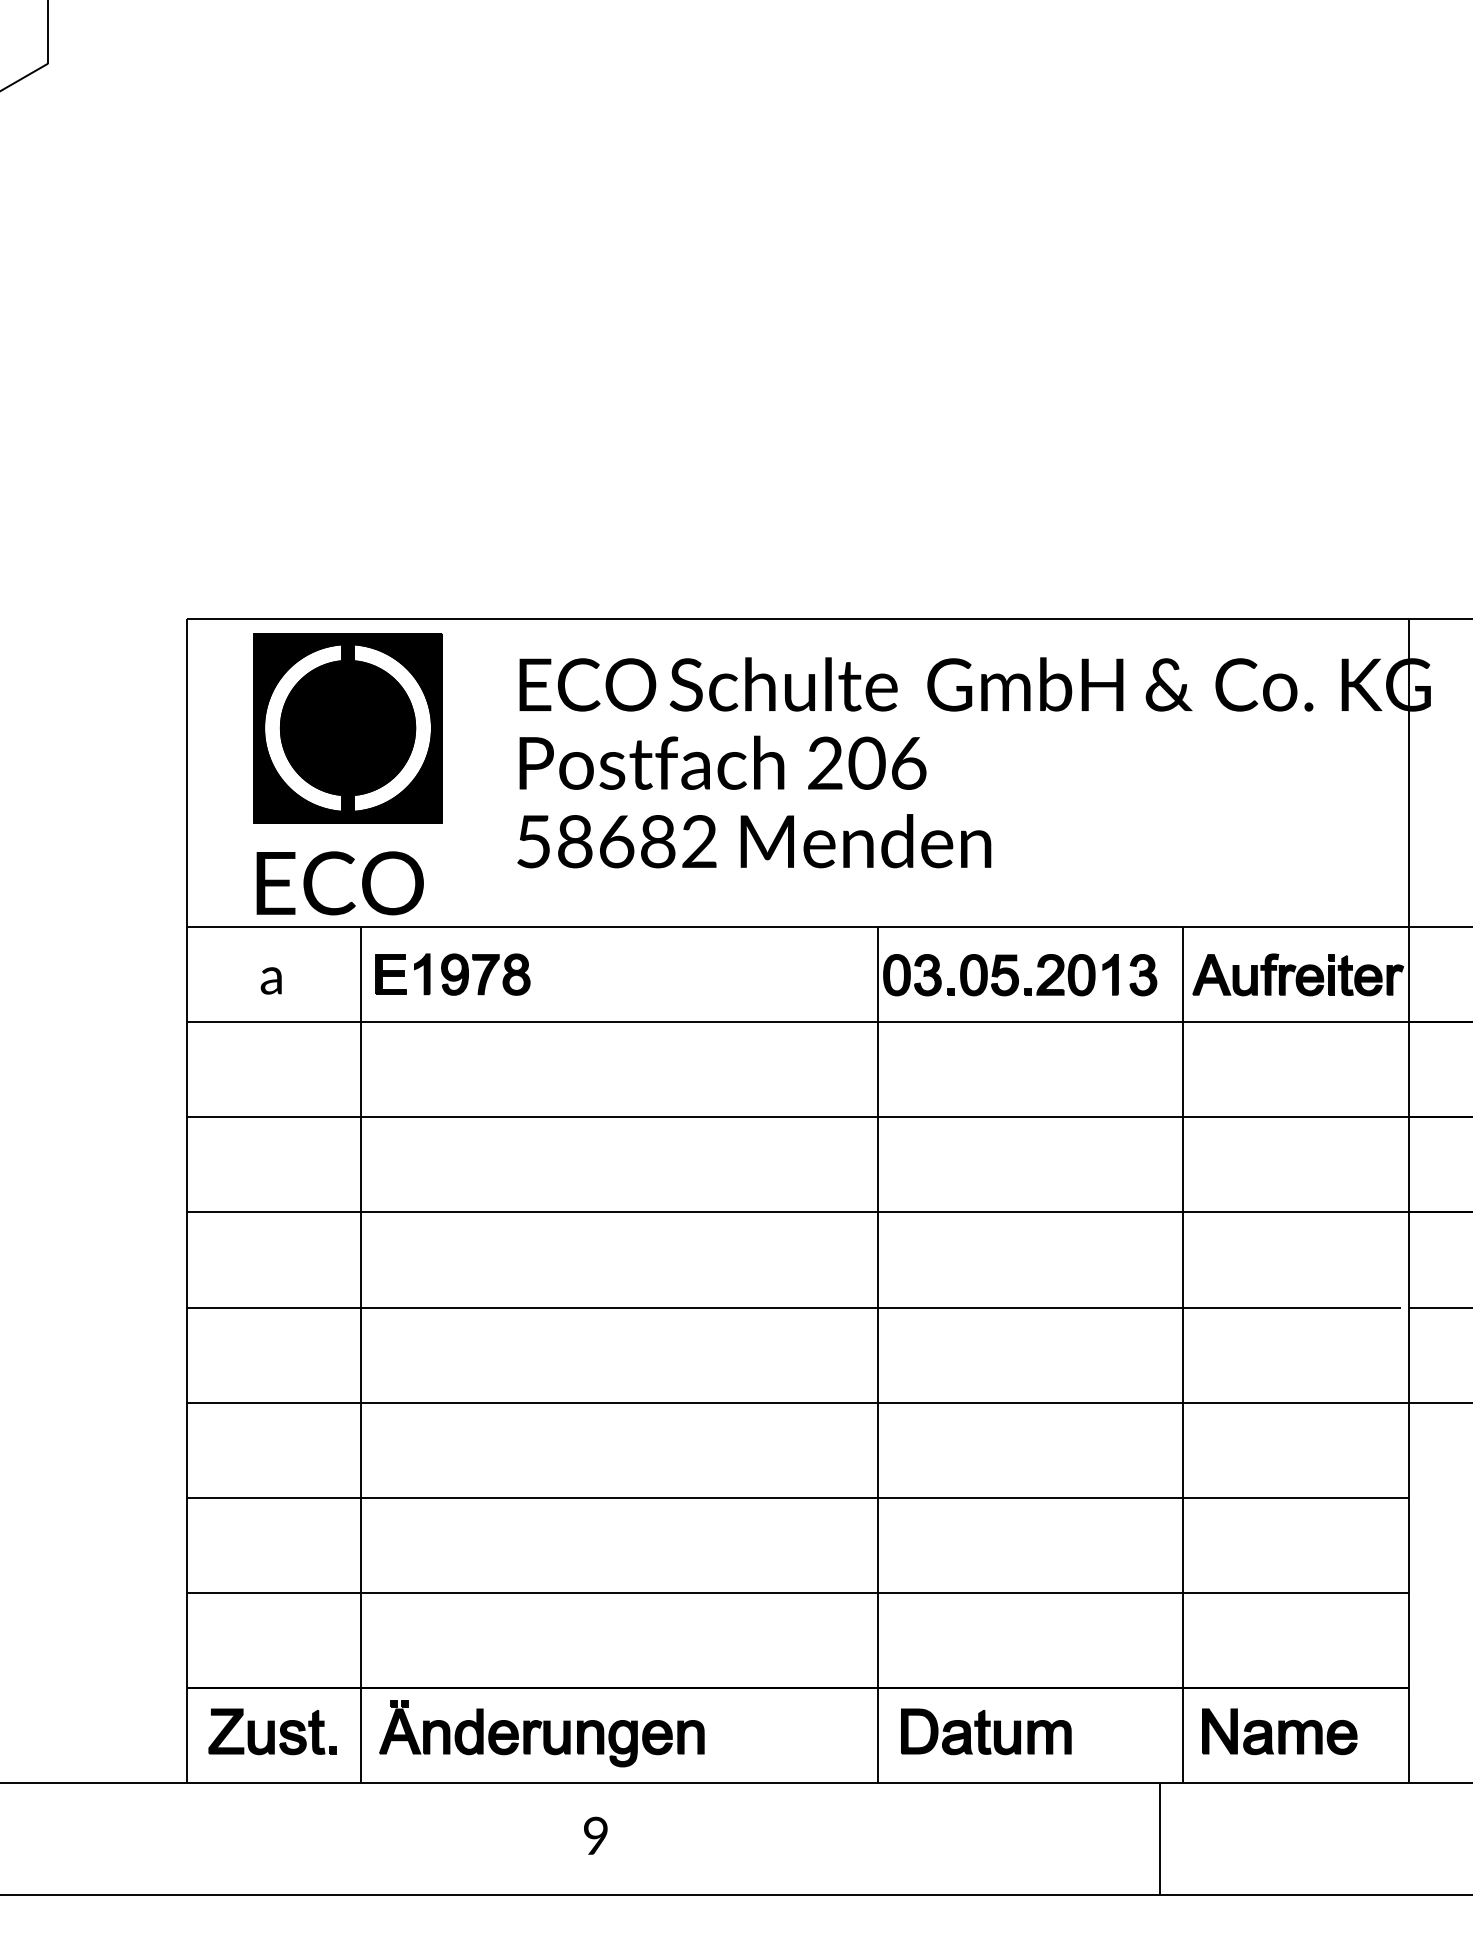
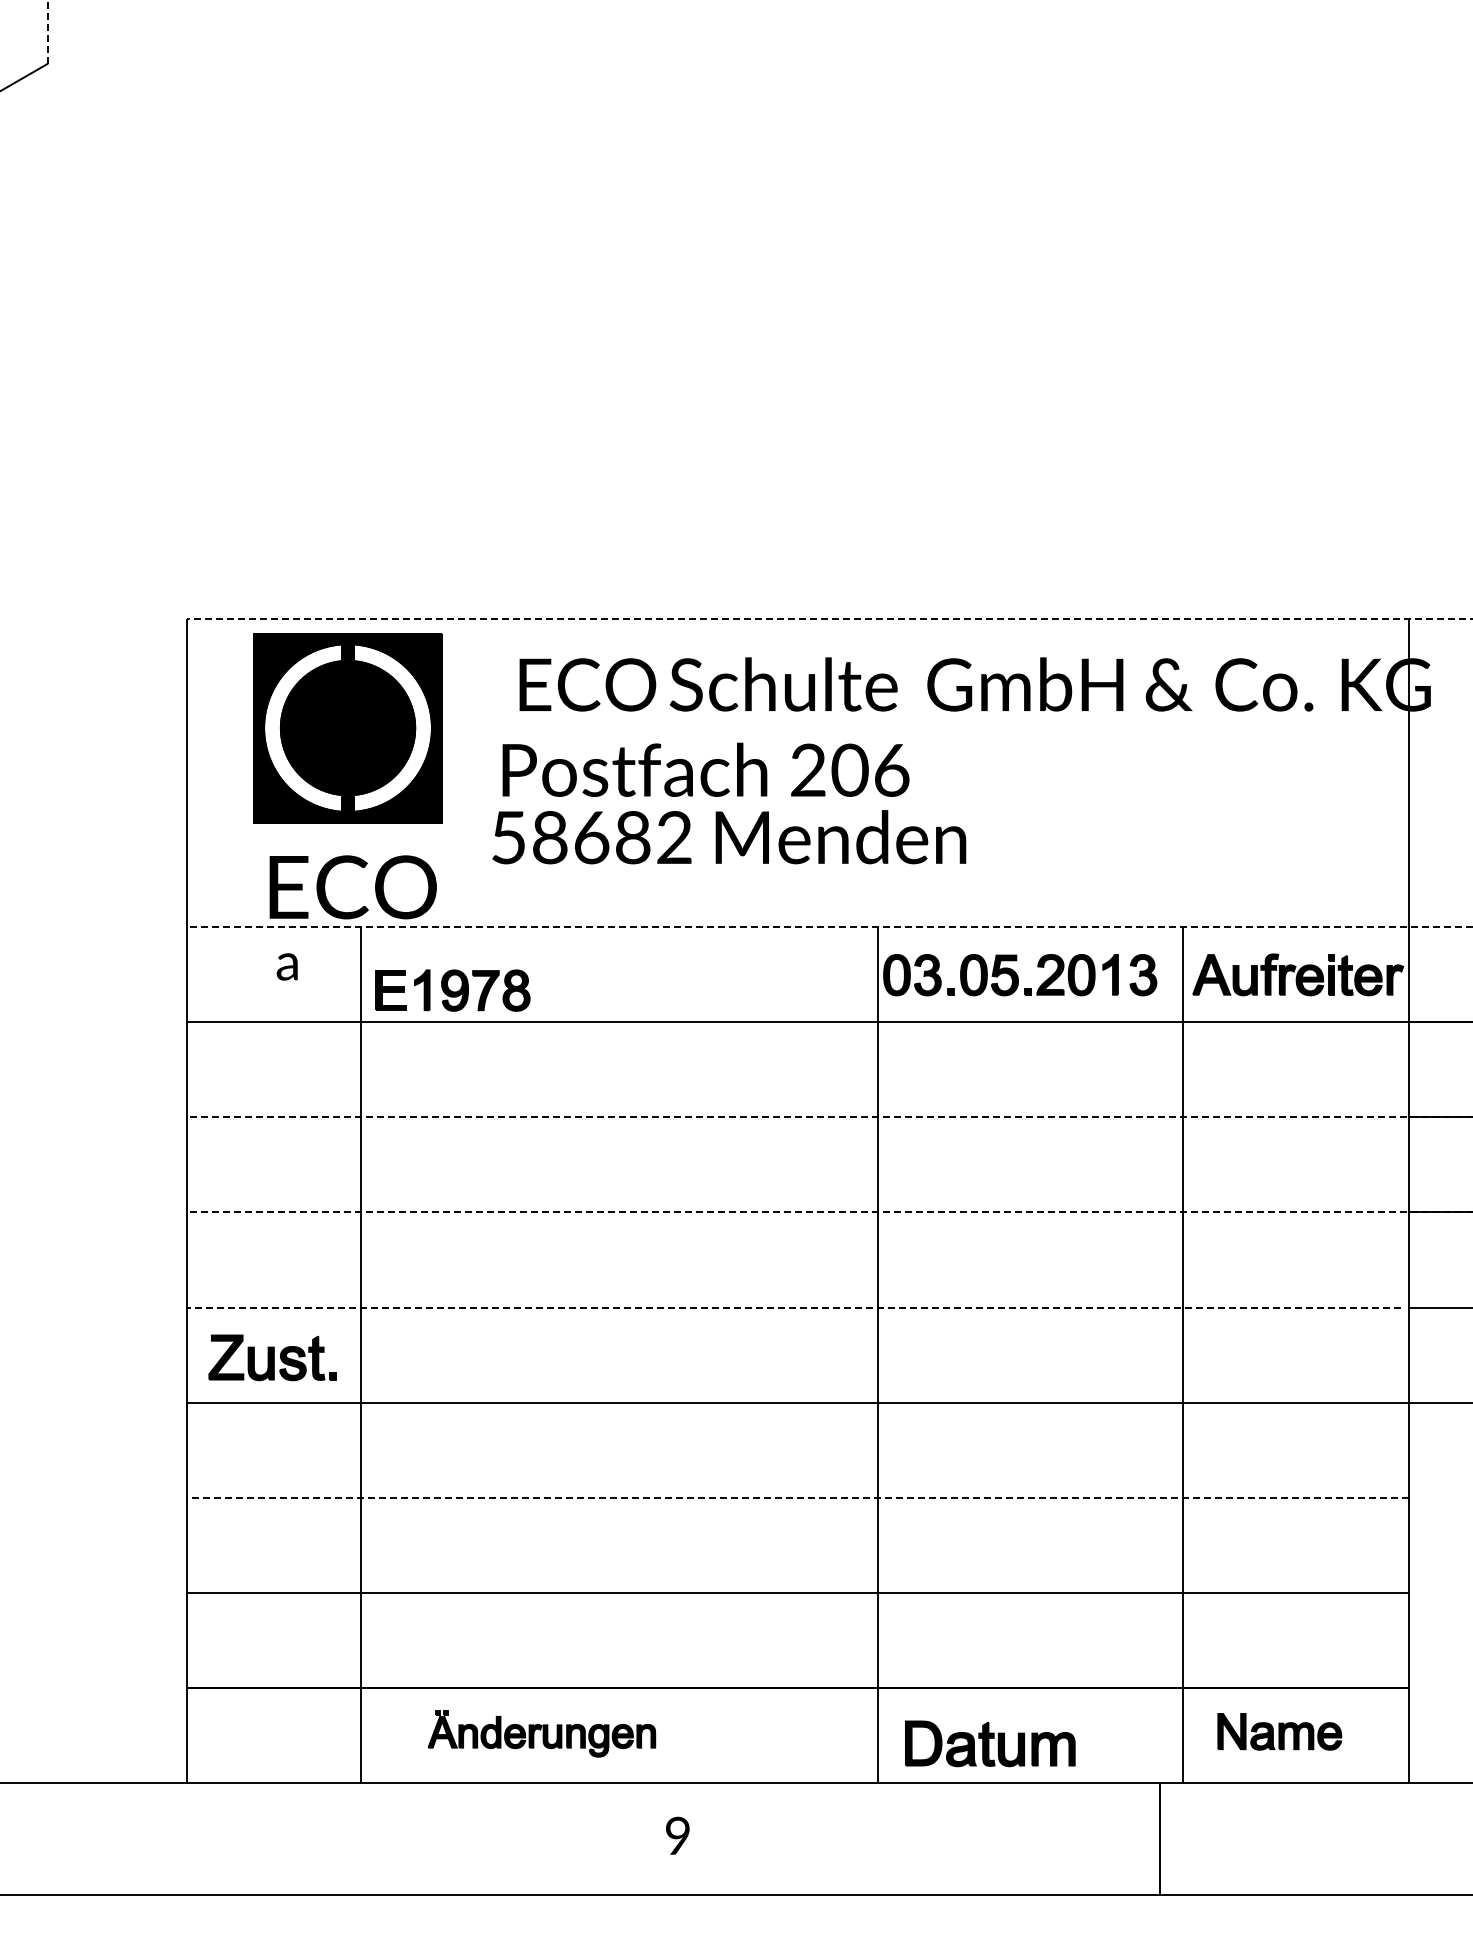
line at (48, 31): solid -> dashed
line at (829, 619): solid -> dashed
text at (722, 762) position: (722, 762) -> (705, 769)
text at (754, 841) position: (754, 841) -> (729, 837)
text at (339, 883) position: (339, 883) -> (352, 887)
line at (829, 926): solid -> dashed
part at (452, 974) position: (452, 974) -> (452, 990)
text at (270, 980) position: (270, 980) -> (286, 966)
line at (829, 1117): solid -> dashed
line at (829, 1212): solid -> dashed
line at (793, 1307): solid -> dashed
line at (797, 1497): solid -> dashed
part at (272, 1731) position: (272, 1731) -> (272, 1357)
part at (986, 1731) position: (986, 1731) -> (990, 1743)
part at (1279, 1731) size: 156x48 px -> 126x38 px
part at (541, 1733) size: 326x68 px -> 230x48 px
text at (595, 1835) position: (595, 1835) -> (677, 1835)
